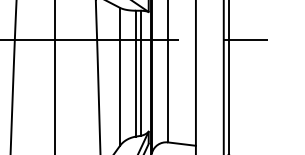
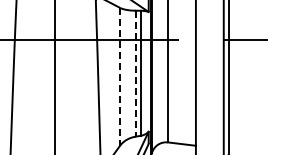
line at (135, 73): solid -> dashed
line at (120, 77): solid -> dashed
